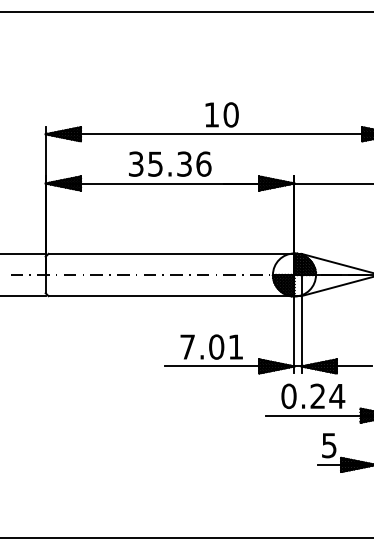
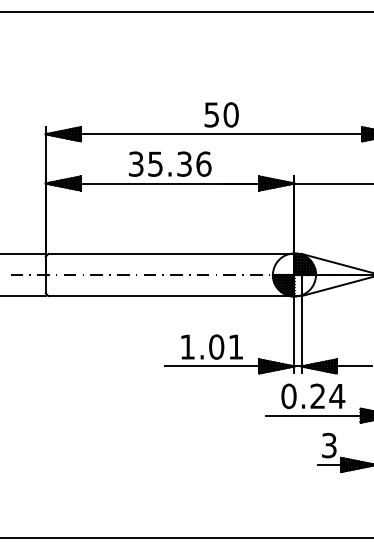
text at (211, 114): 10 -> 50
text at (187, 346): 7.01 -> 1.01
text at (329, 444): 5 -> 3
